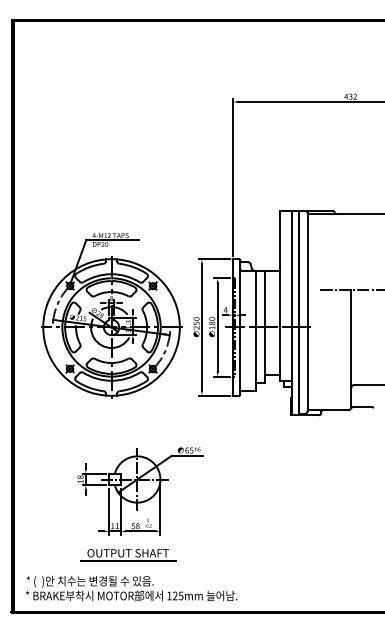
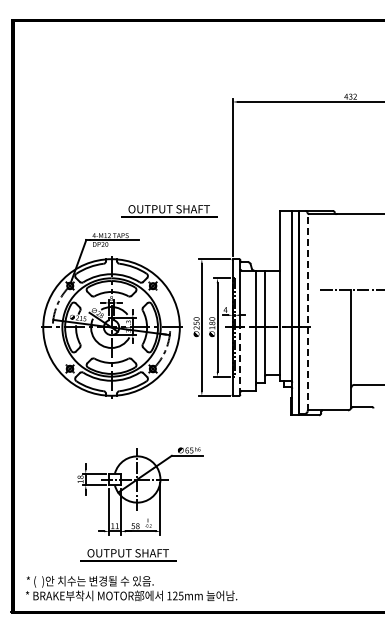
part at (169, 211): none -> present
line at (307, 311): solid -> dashed
line at (240, 361): solid -> dashed
